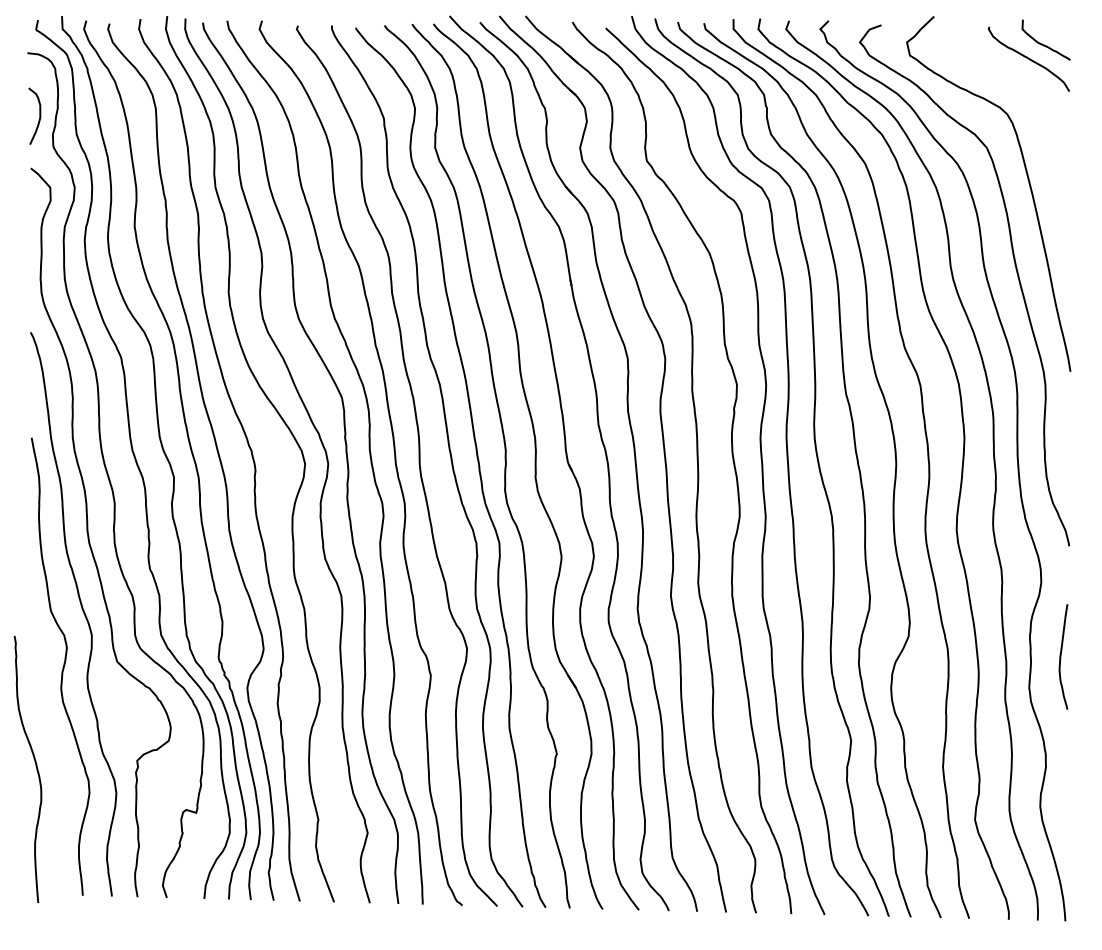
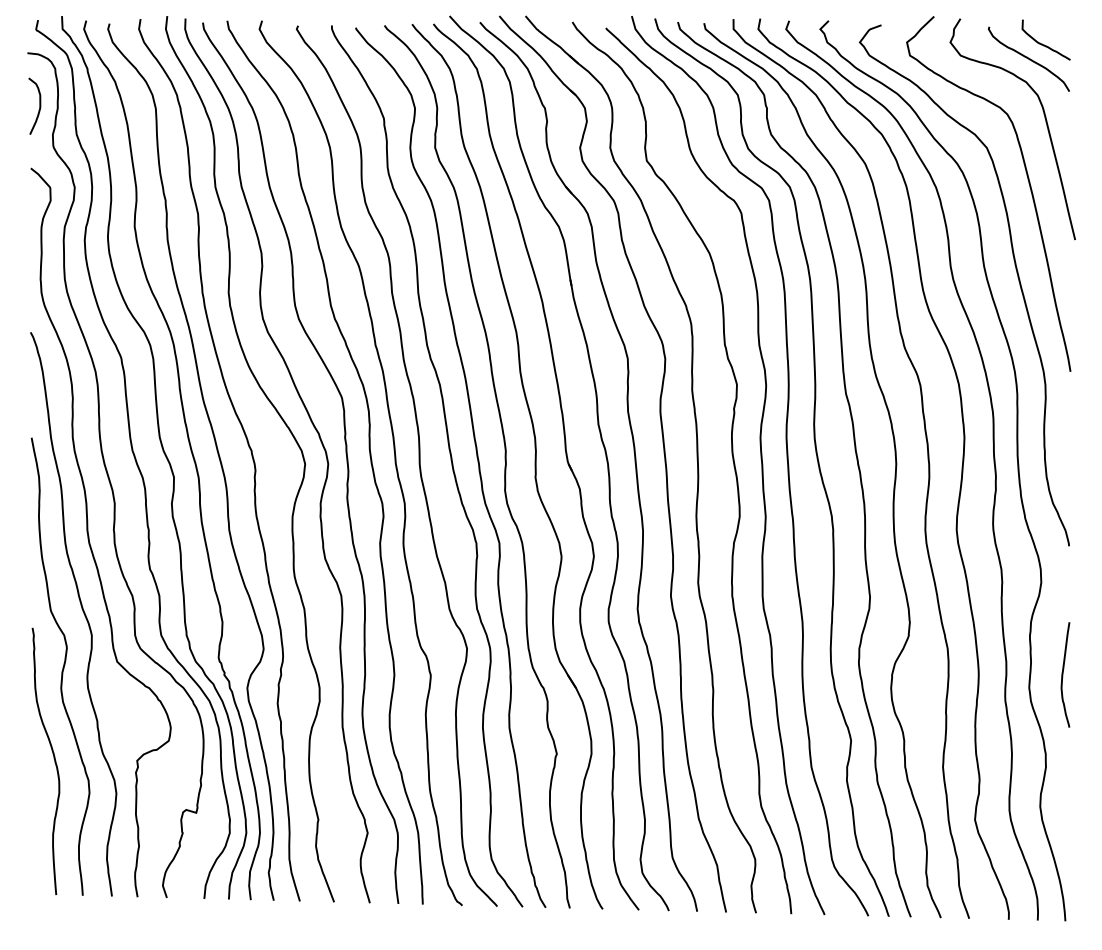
curve at (39, 115) position: (39, 115) -> (39, 105)
curve at (1045, 122): none -> present
curve at (1061, 656) position: (1061, 656) -> (1063, 674)
curve at (35, 766) position: (35, 766) -> (53, 758)
